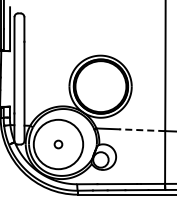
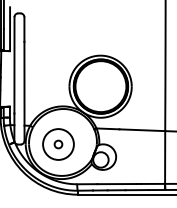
line at (142, 130): dashed -> solid
circle at (58, 144) diameter: 49 px -> 31 px
